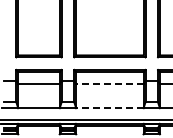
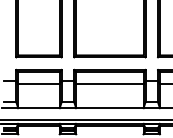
line at (109, 84): dashed -> solid
line at (109, 108): dashed -> solid
